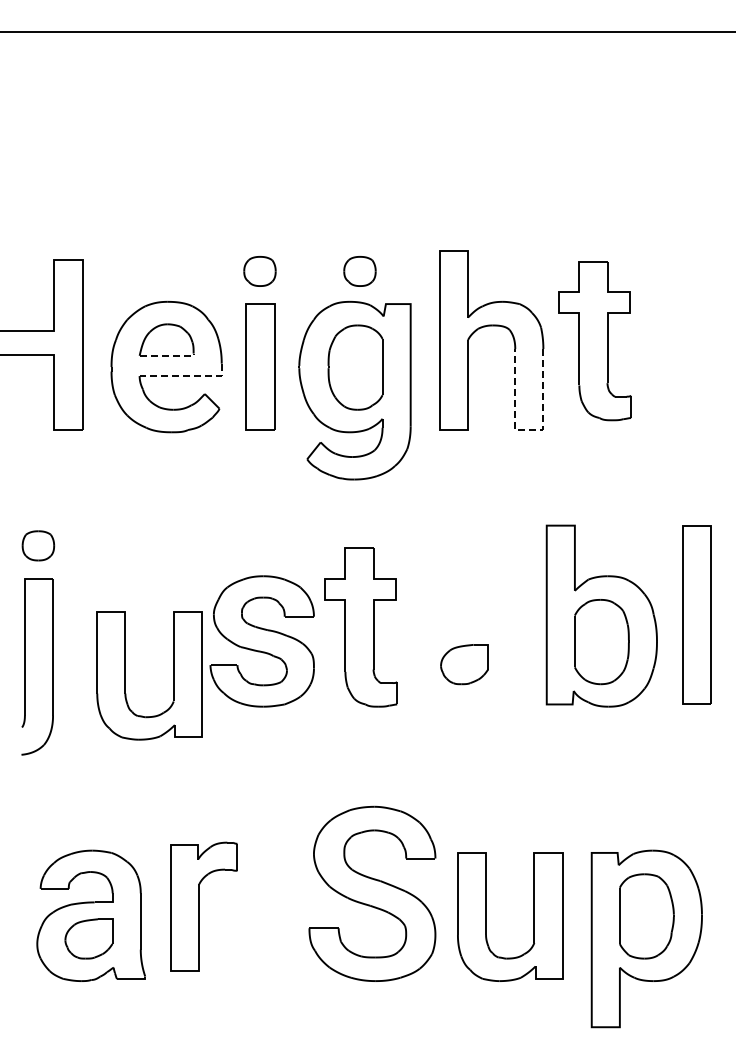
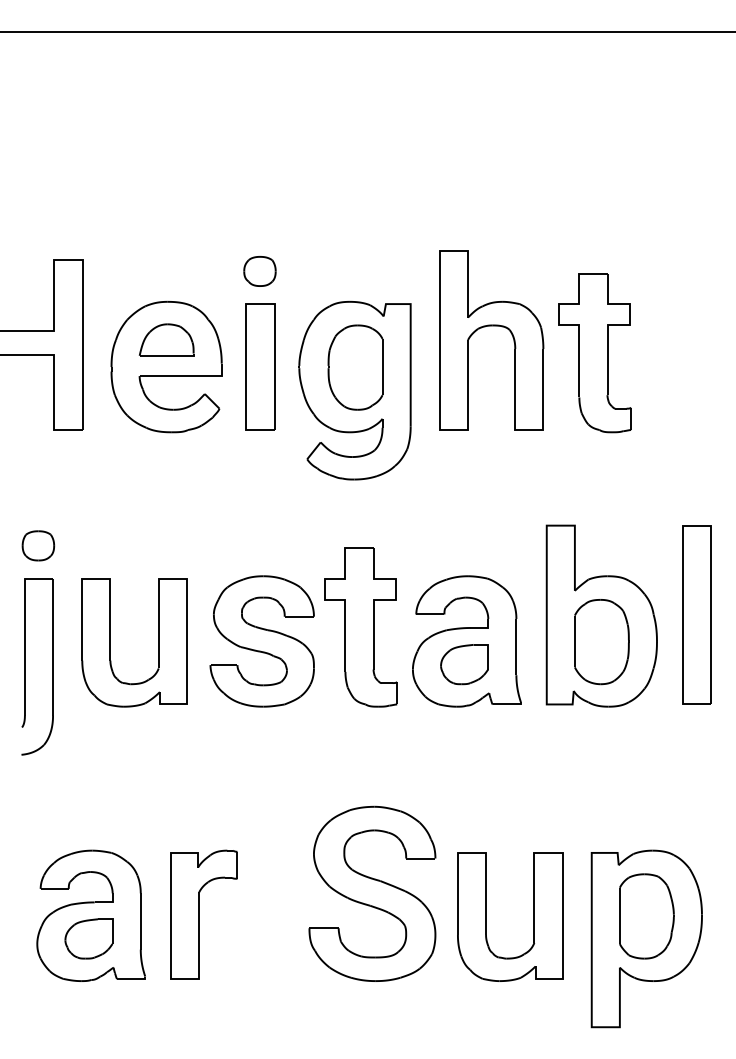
part at (359, 271): present -> none
part at (594, 341) position: (594, 341) -> (594, 353)
line at (168, 355): dashed -> solid
line at (187, 376): dashed -> solid
line at (528, 430): dashed -> solid
part at (466, 641): none -> present
part at (125, 675) position: (125, 675) -> (110, 642)
part at (203, 906) position: (203, 906) -> (203, 914)
